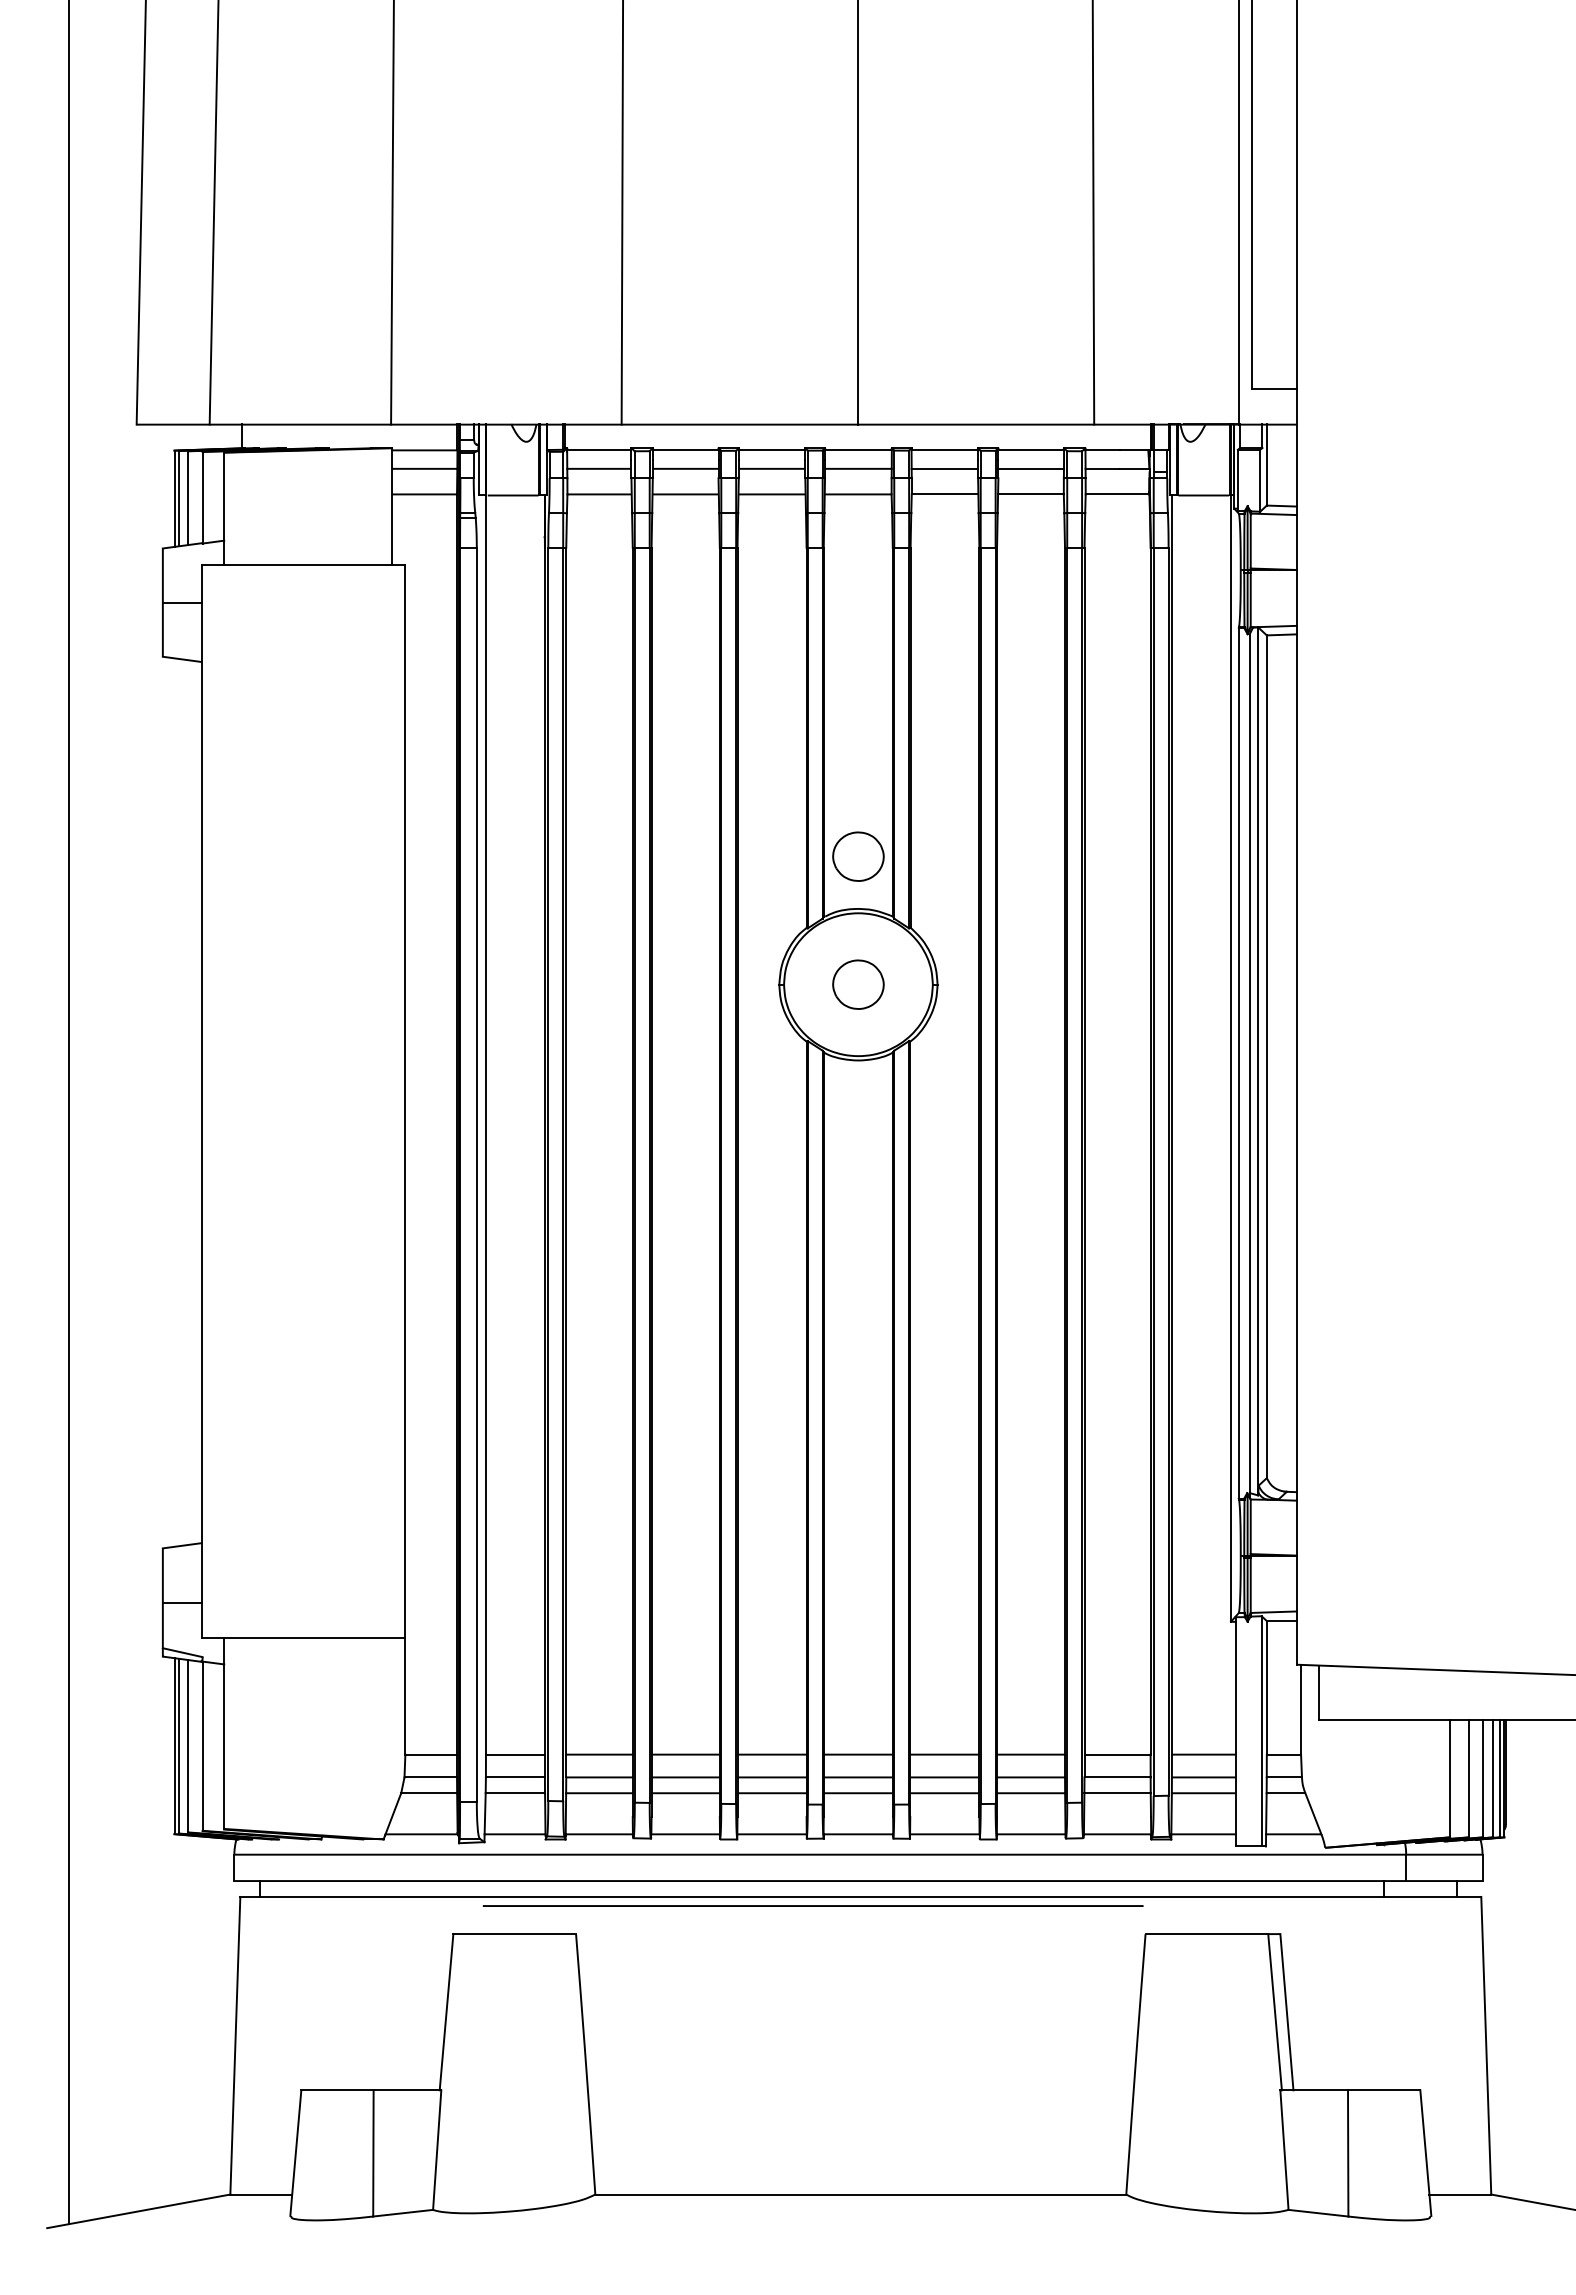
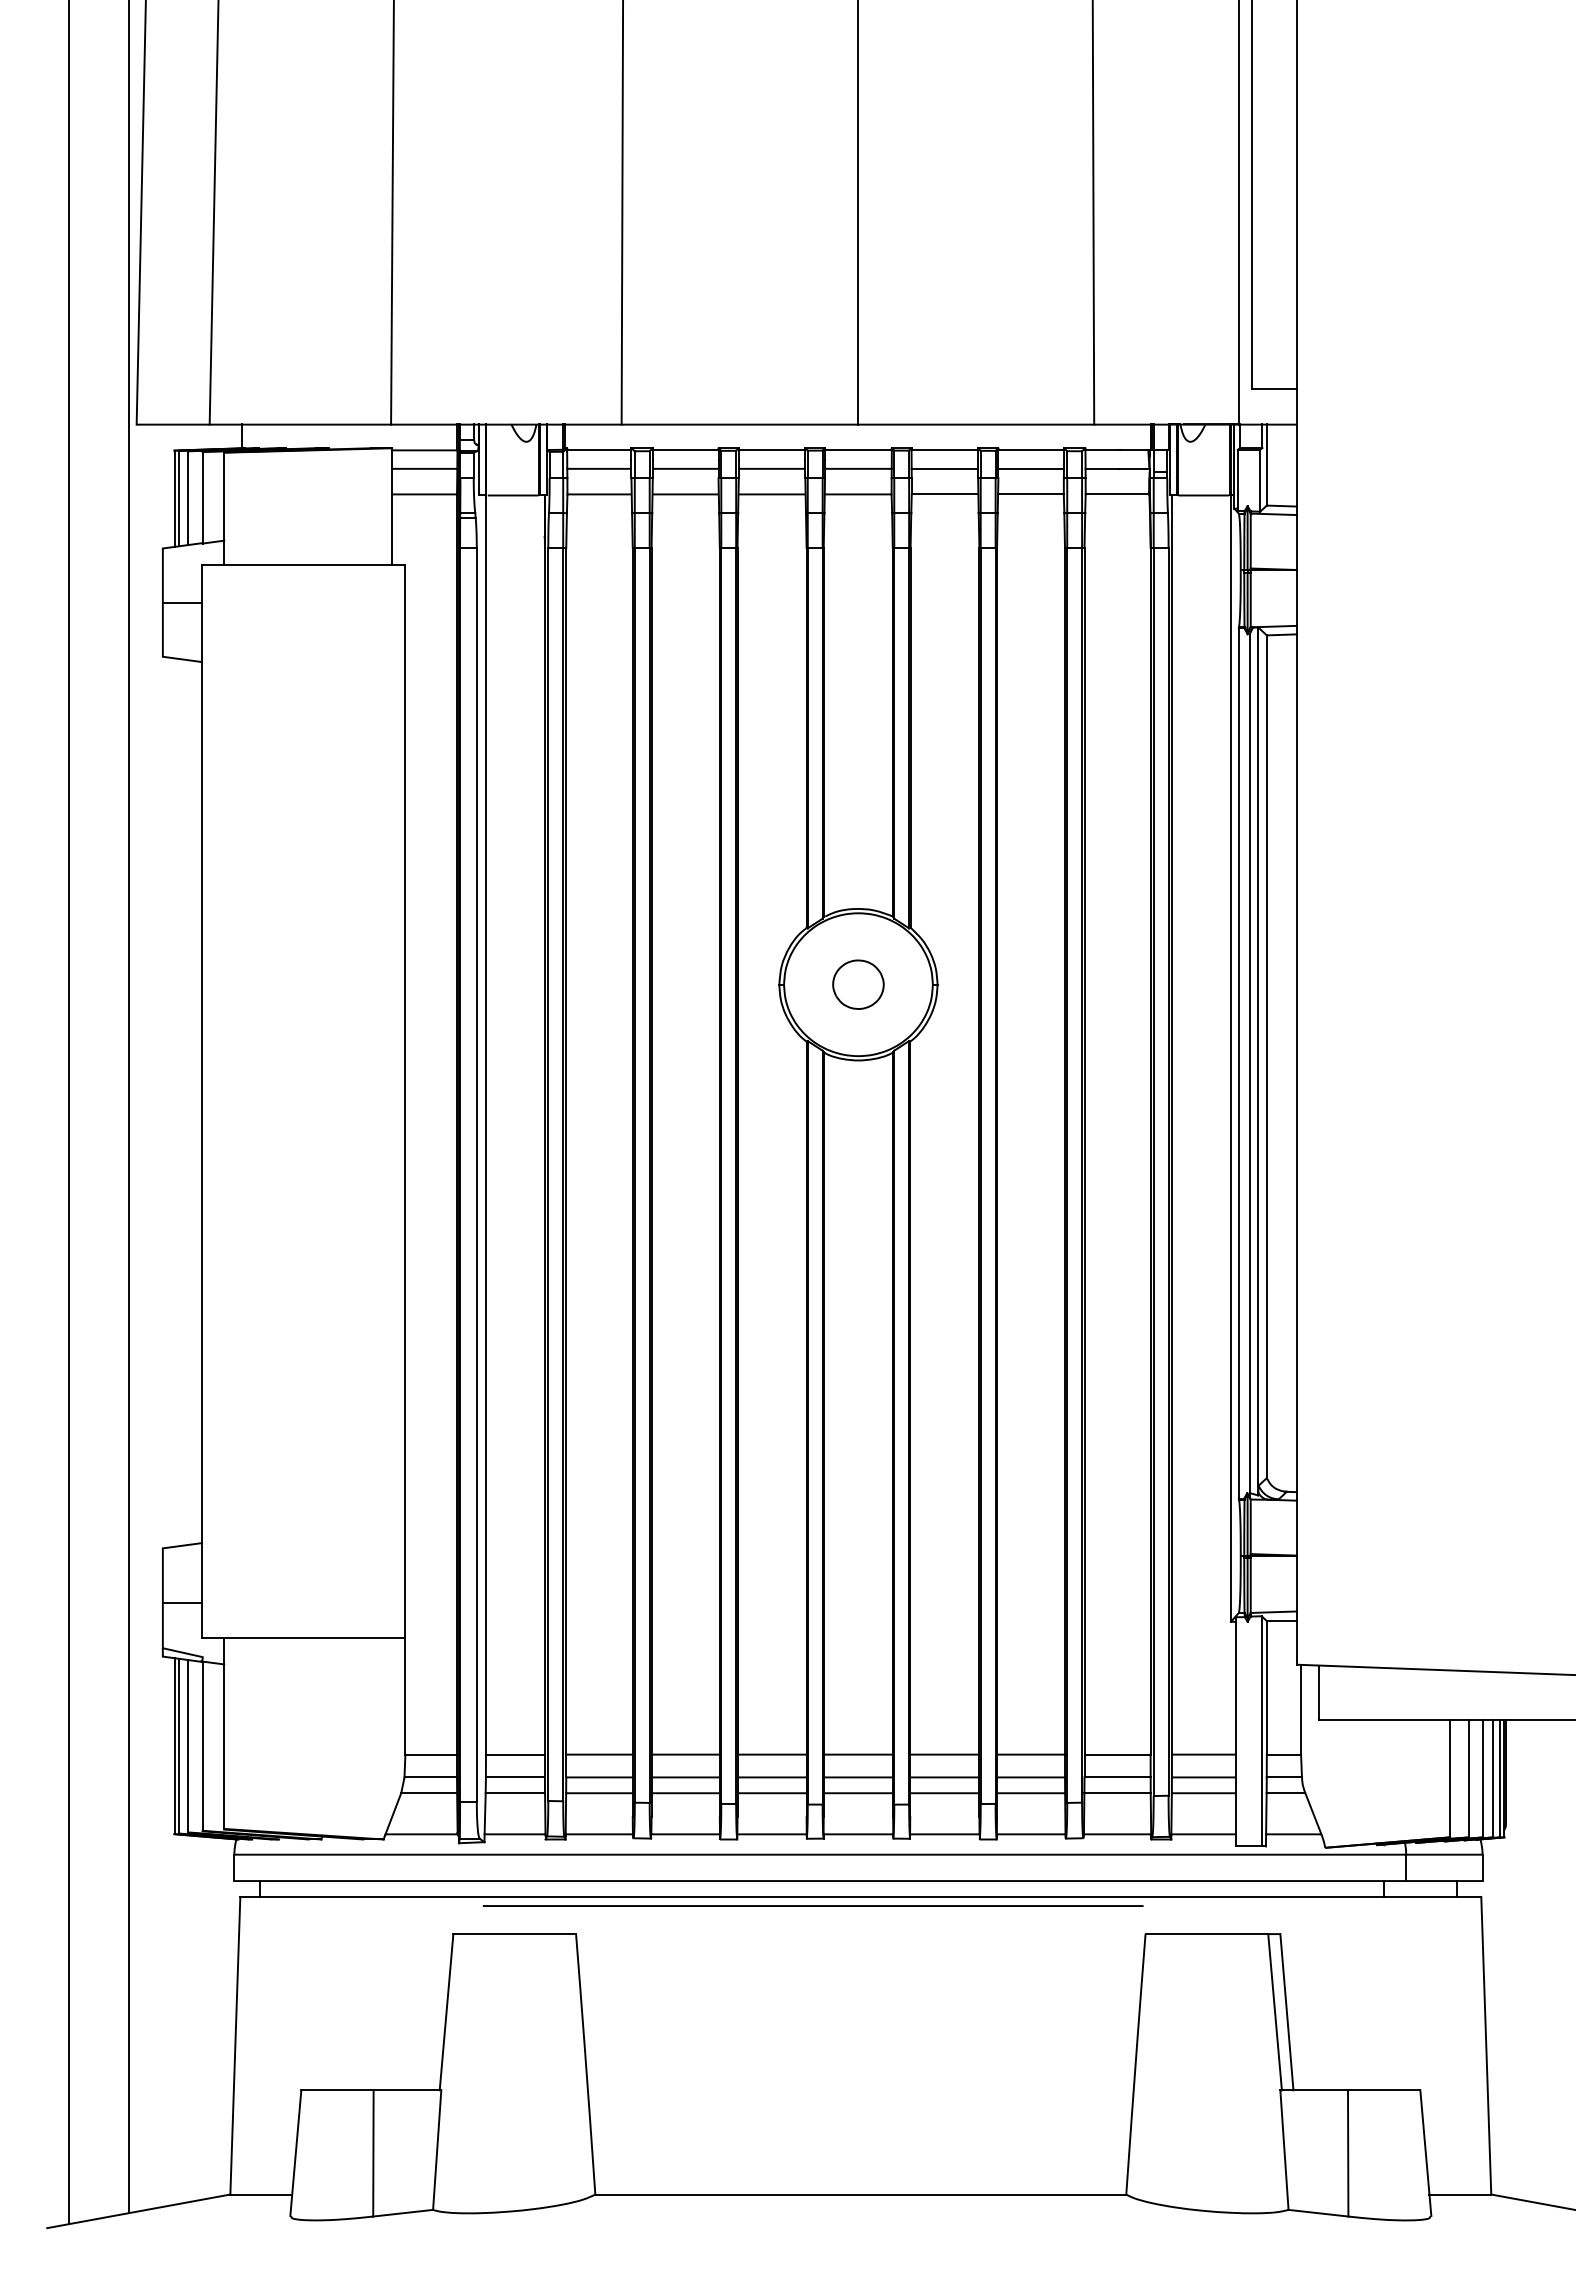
part at (858, 856): present -> none
line at (128, 1107): none -> present
